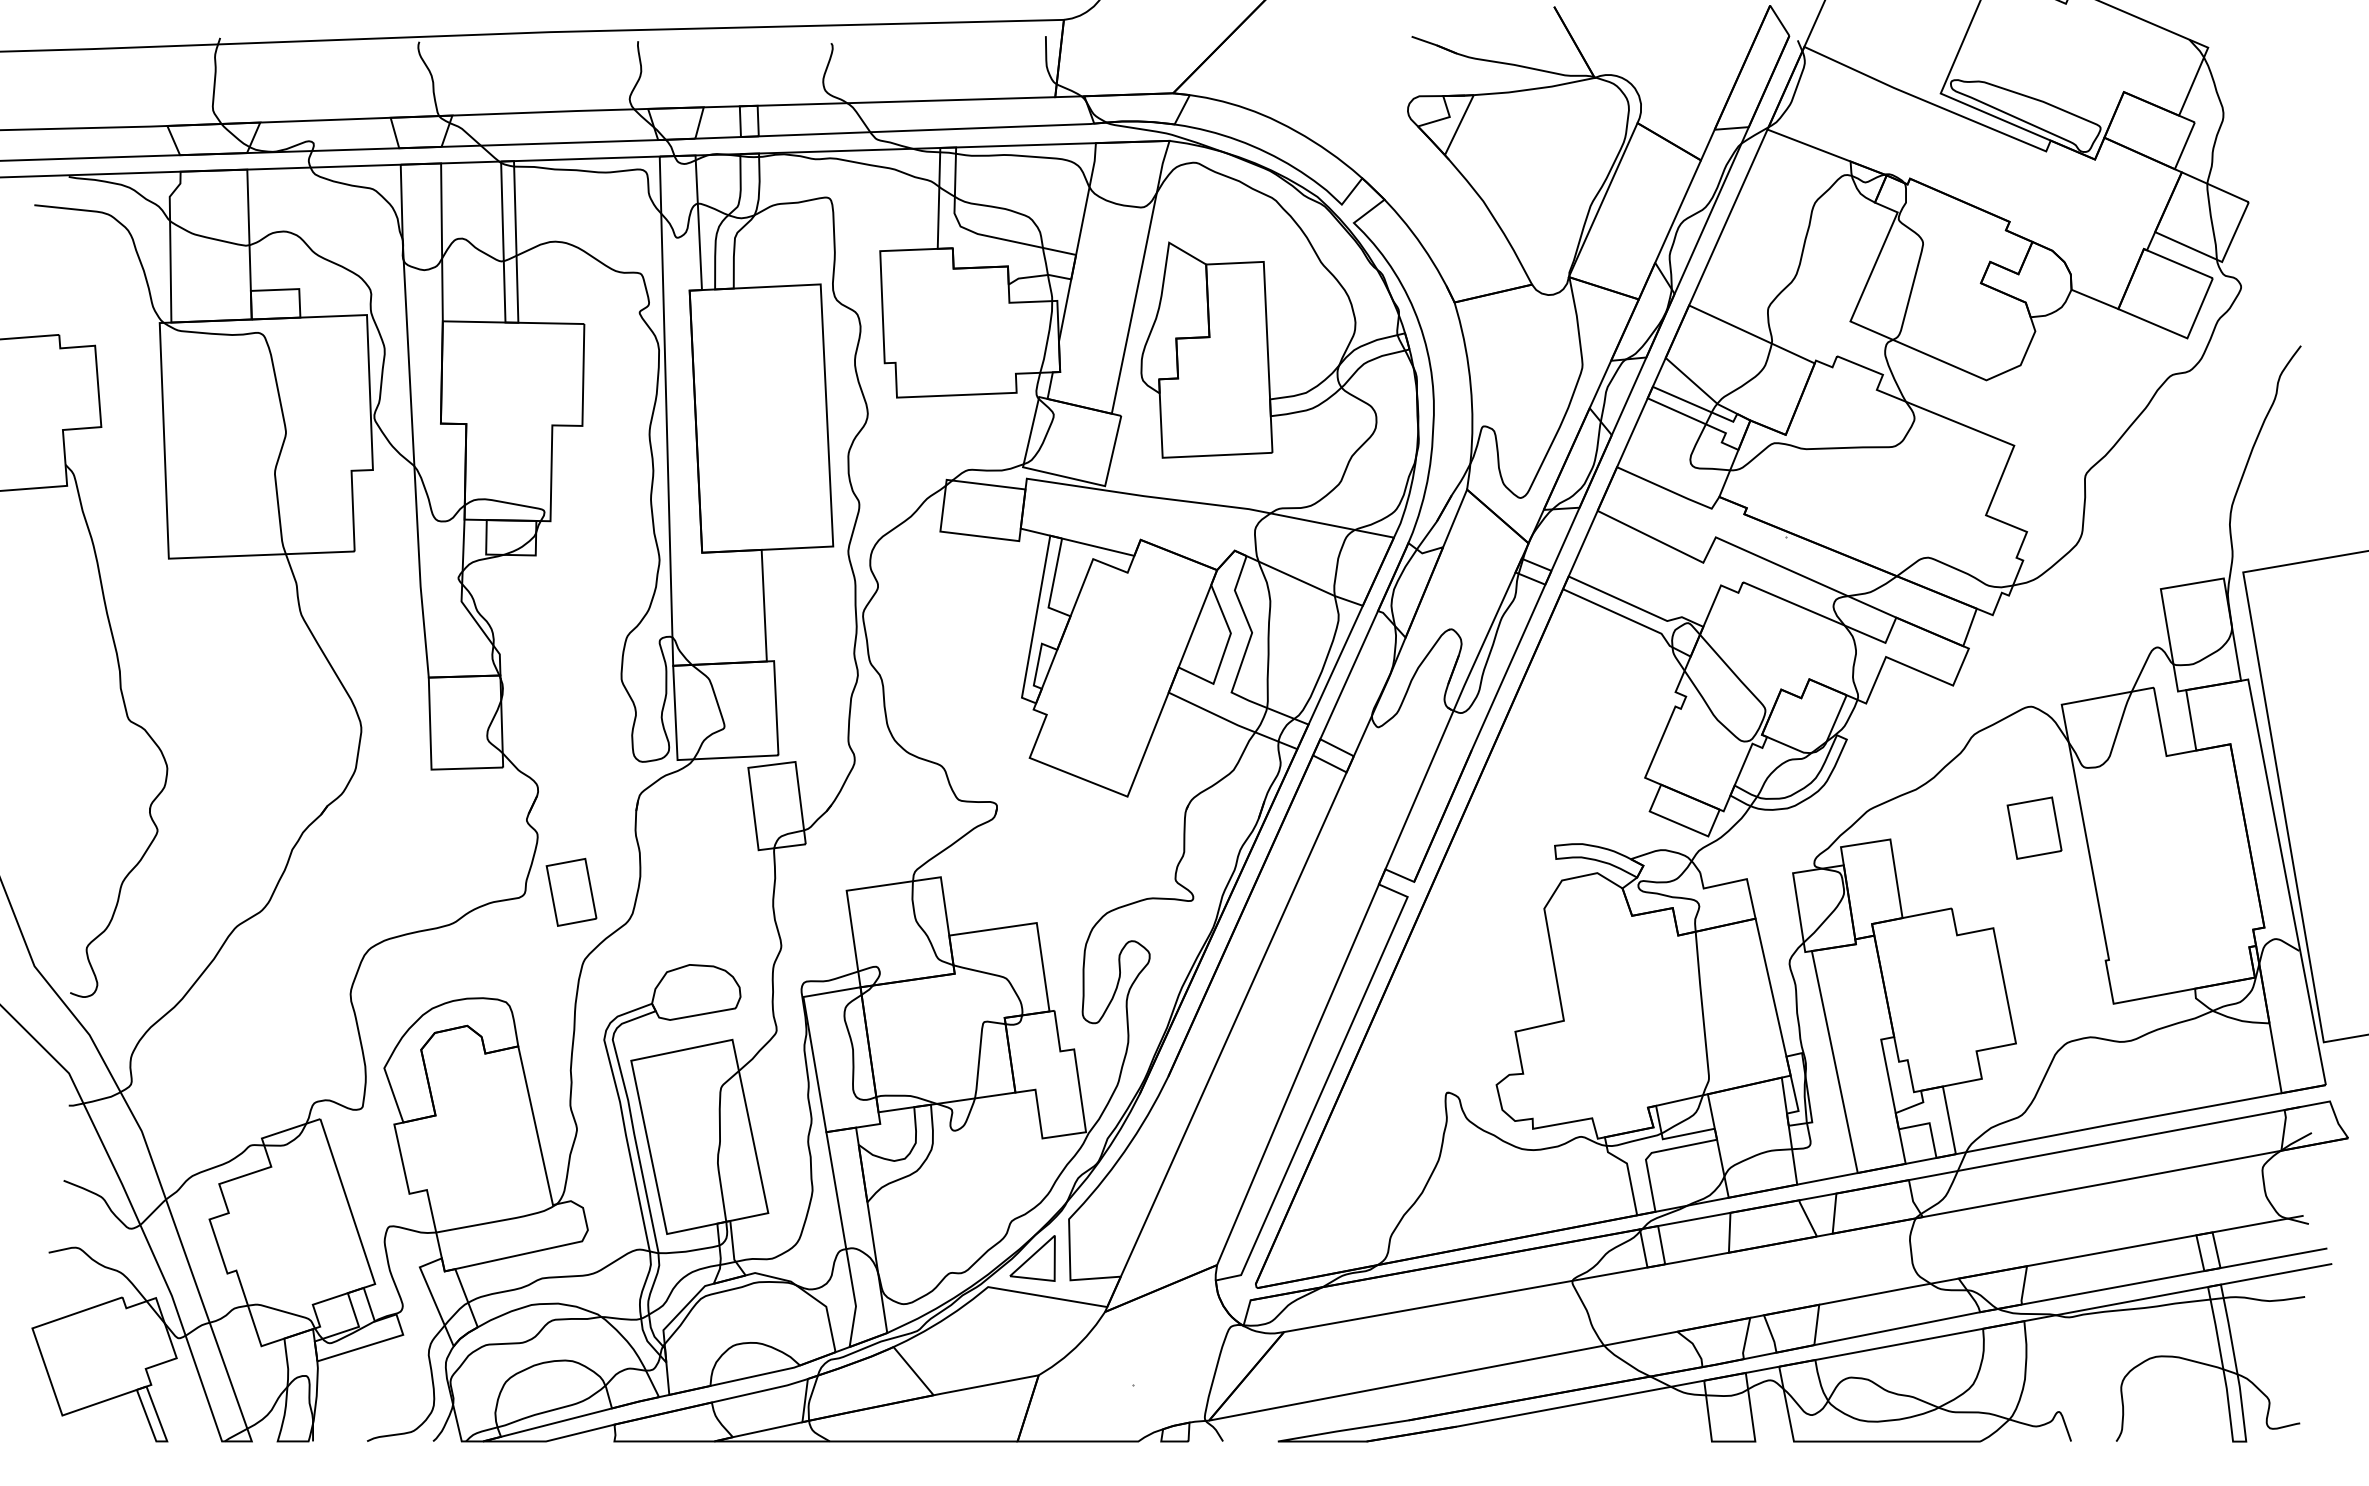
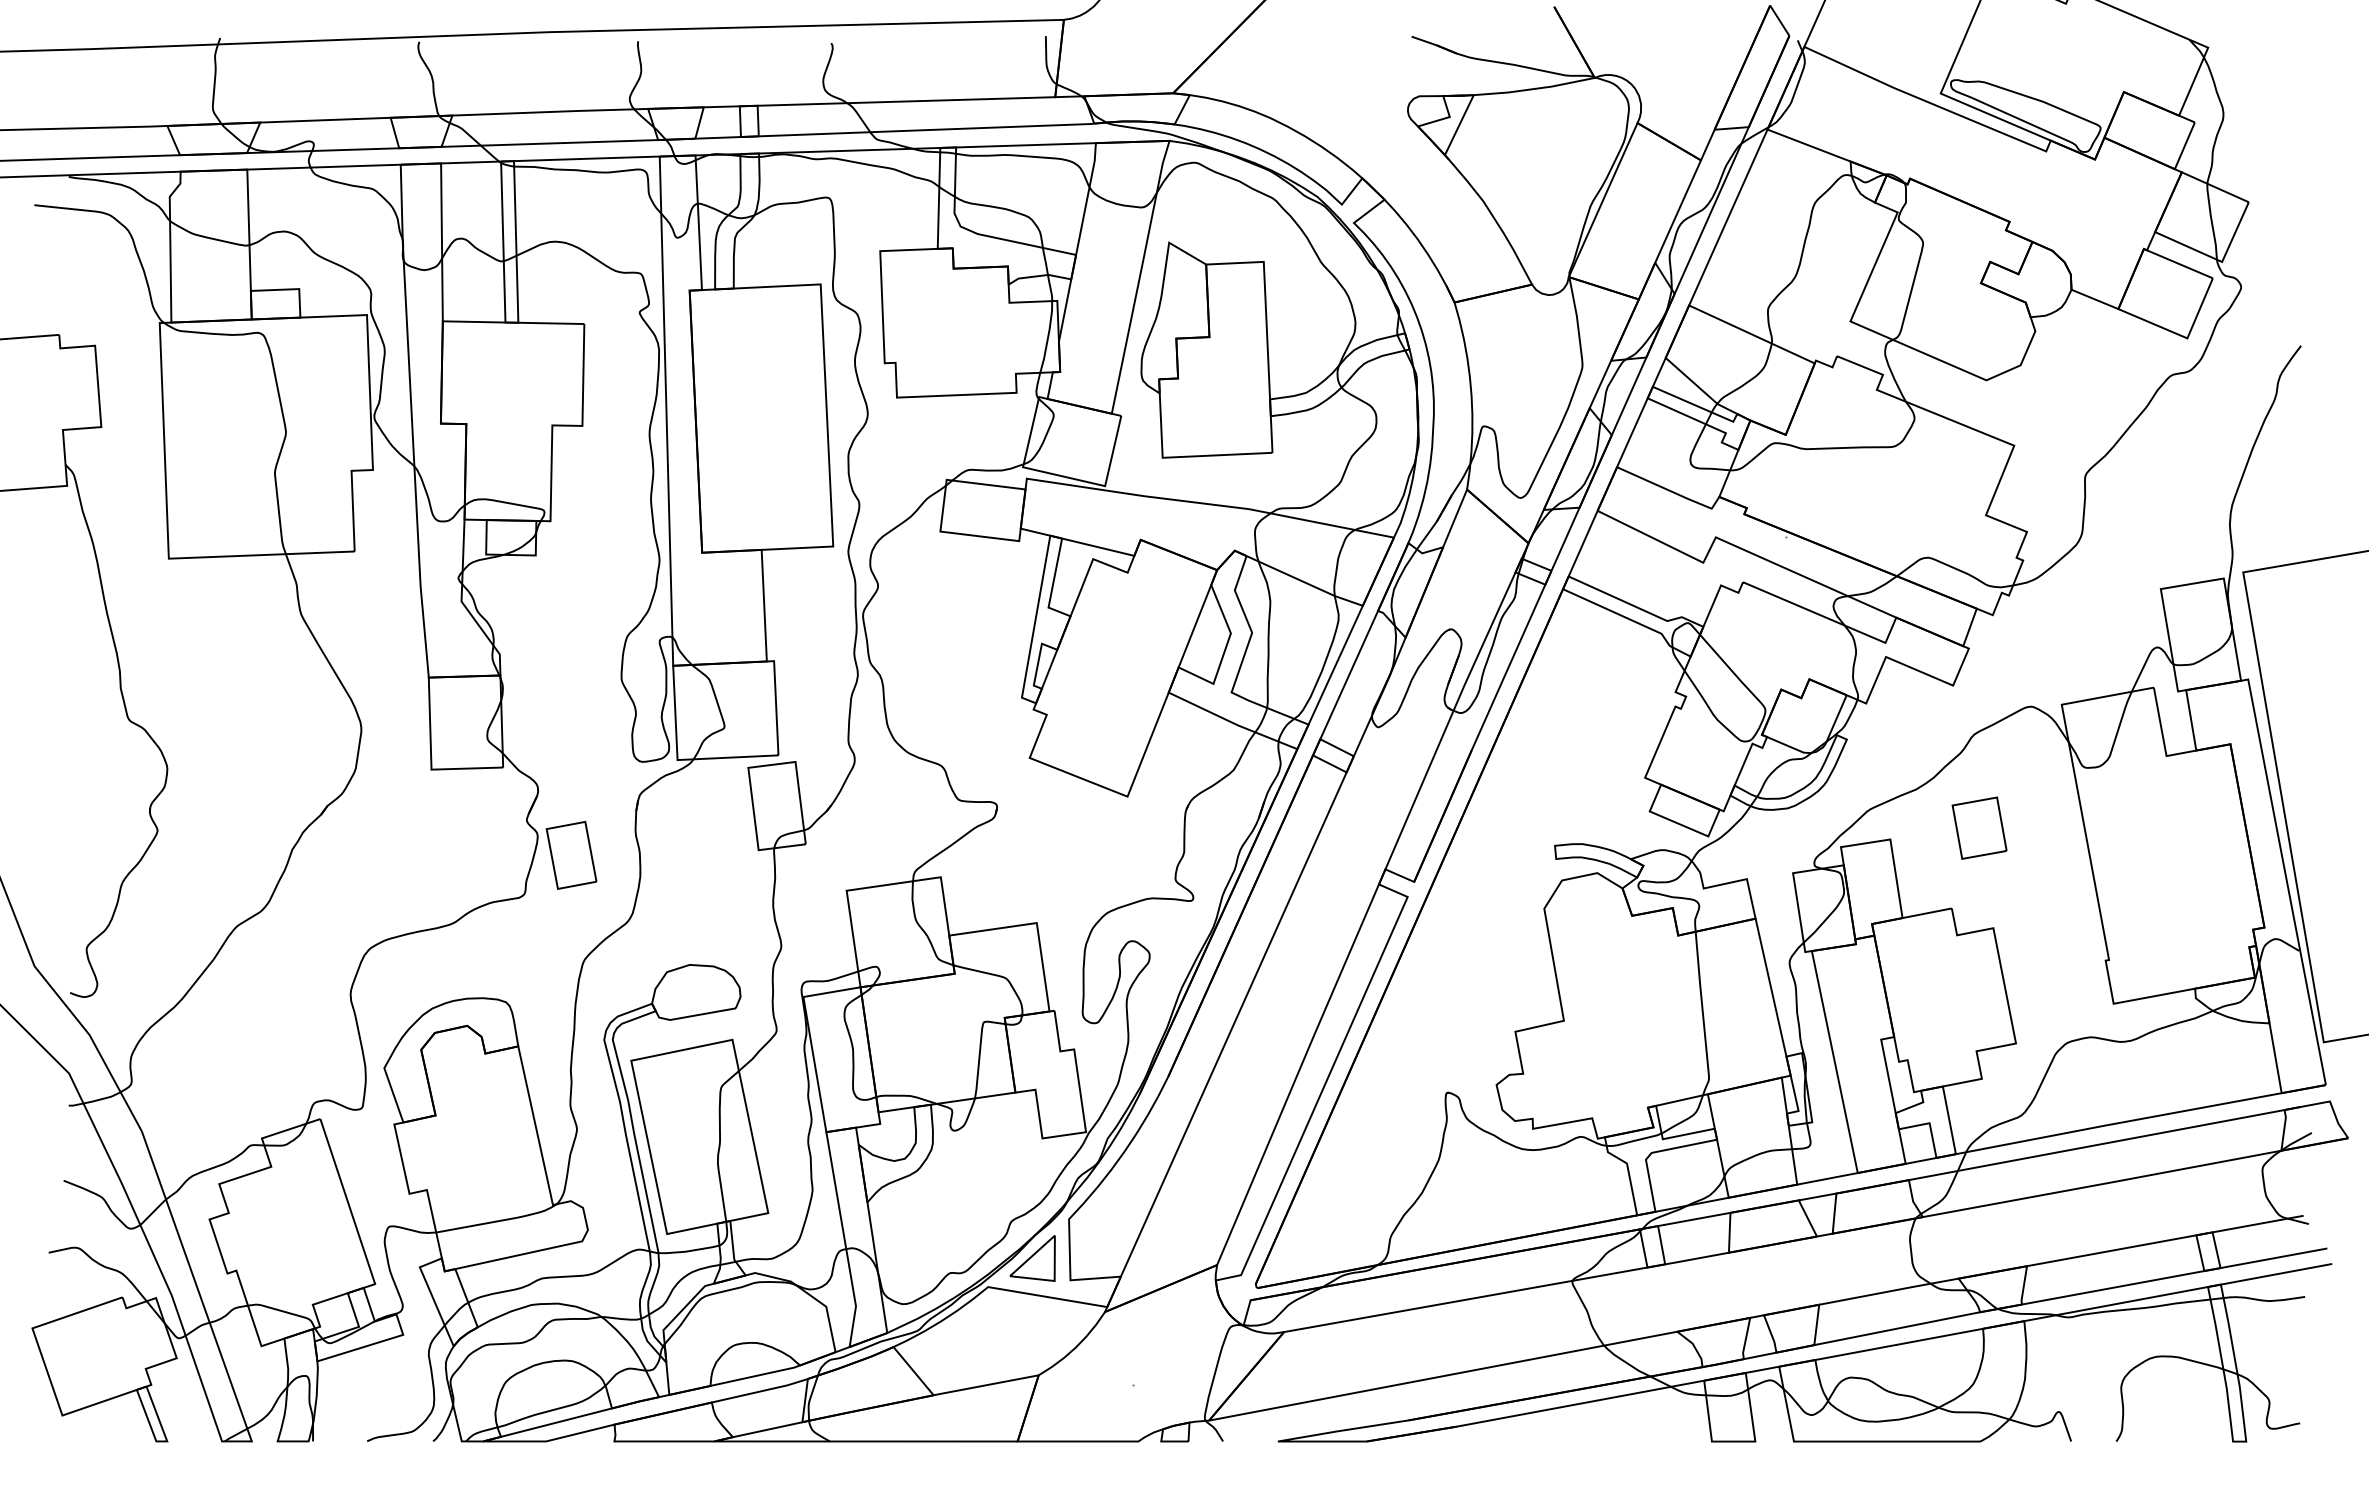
part at (2034, 827) position: (2034, 827) -> (1979, 827)
part at (571, 891) position: (571, 891) -> (571, 854)
